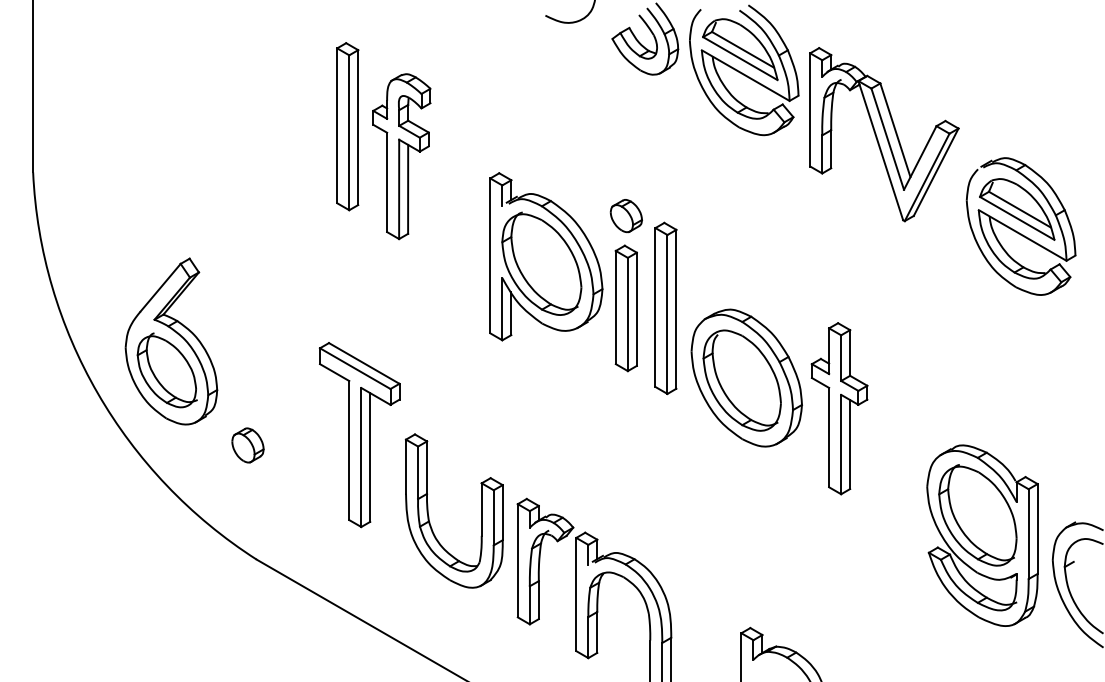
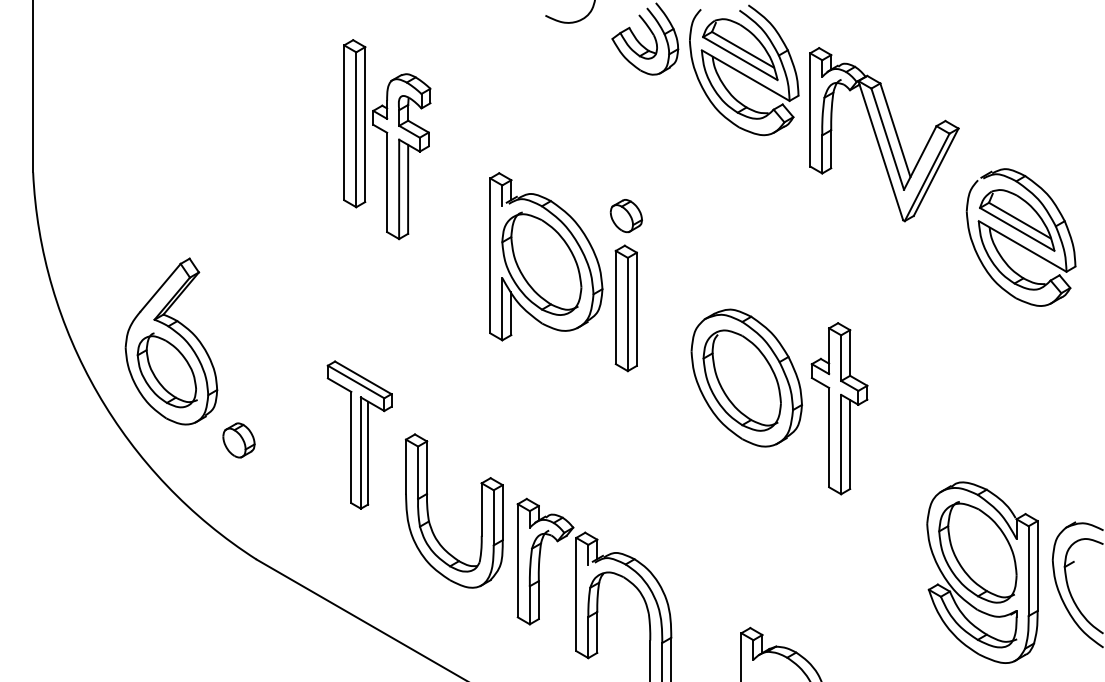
part at (347, 126) position: (347, 126) -> (354, 123)
part at (1020, 226) position: (1020, 226) -> (1020, 237)
part at (665, 308): present -> none
part at (359, 435) size: 83x187 px -> 67x150 px
part at (247, 445) position: (247, 445) -> (238, 440)
part at (982, 535) position: (982, 535) -> (982, 572)
